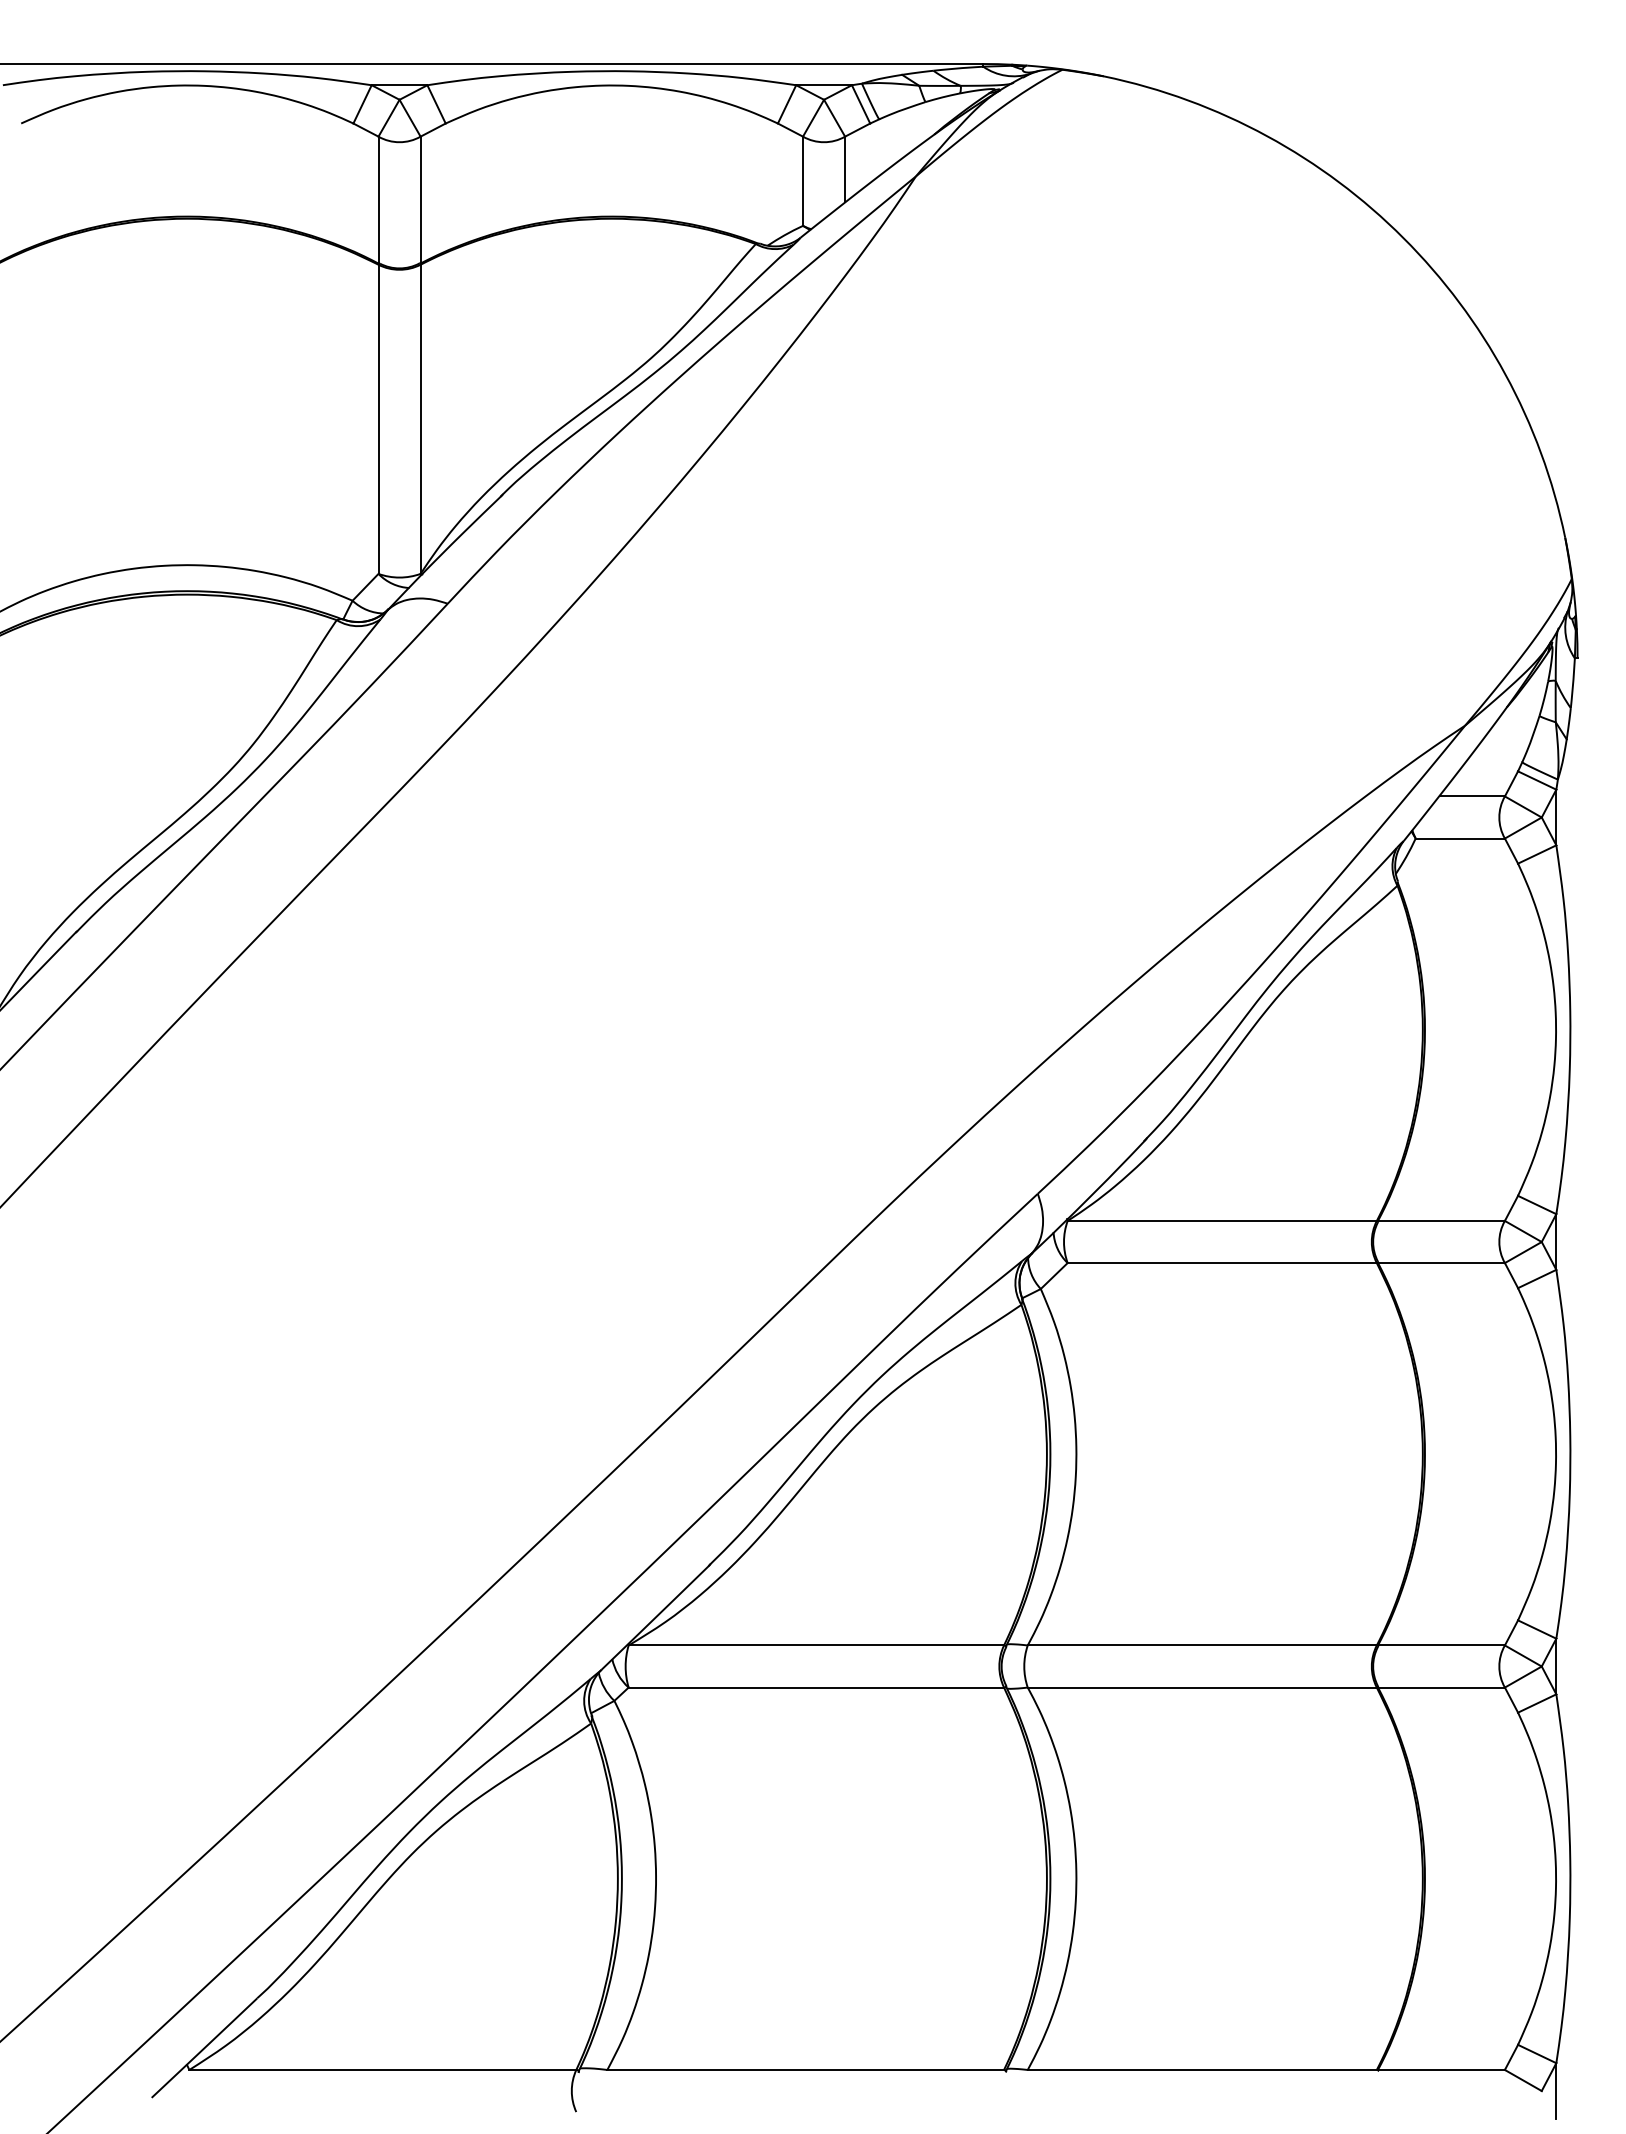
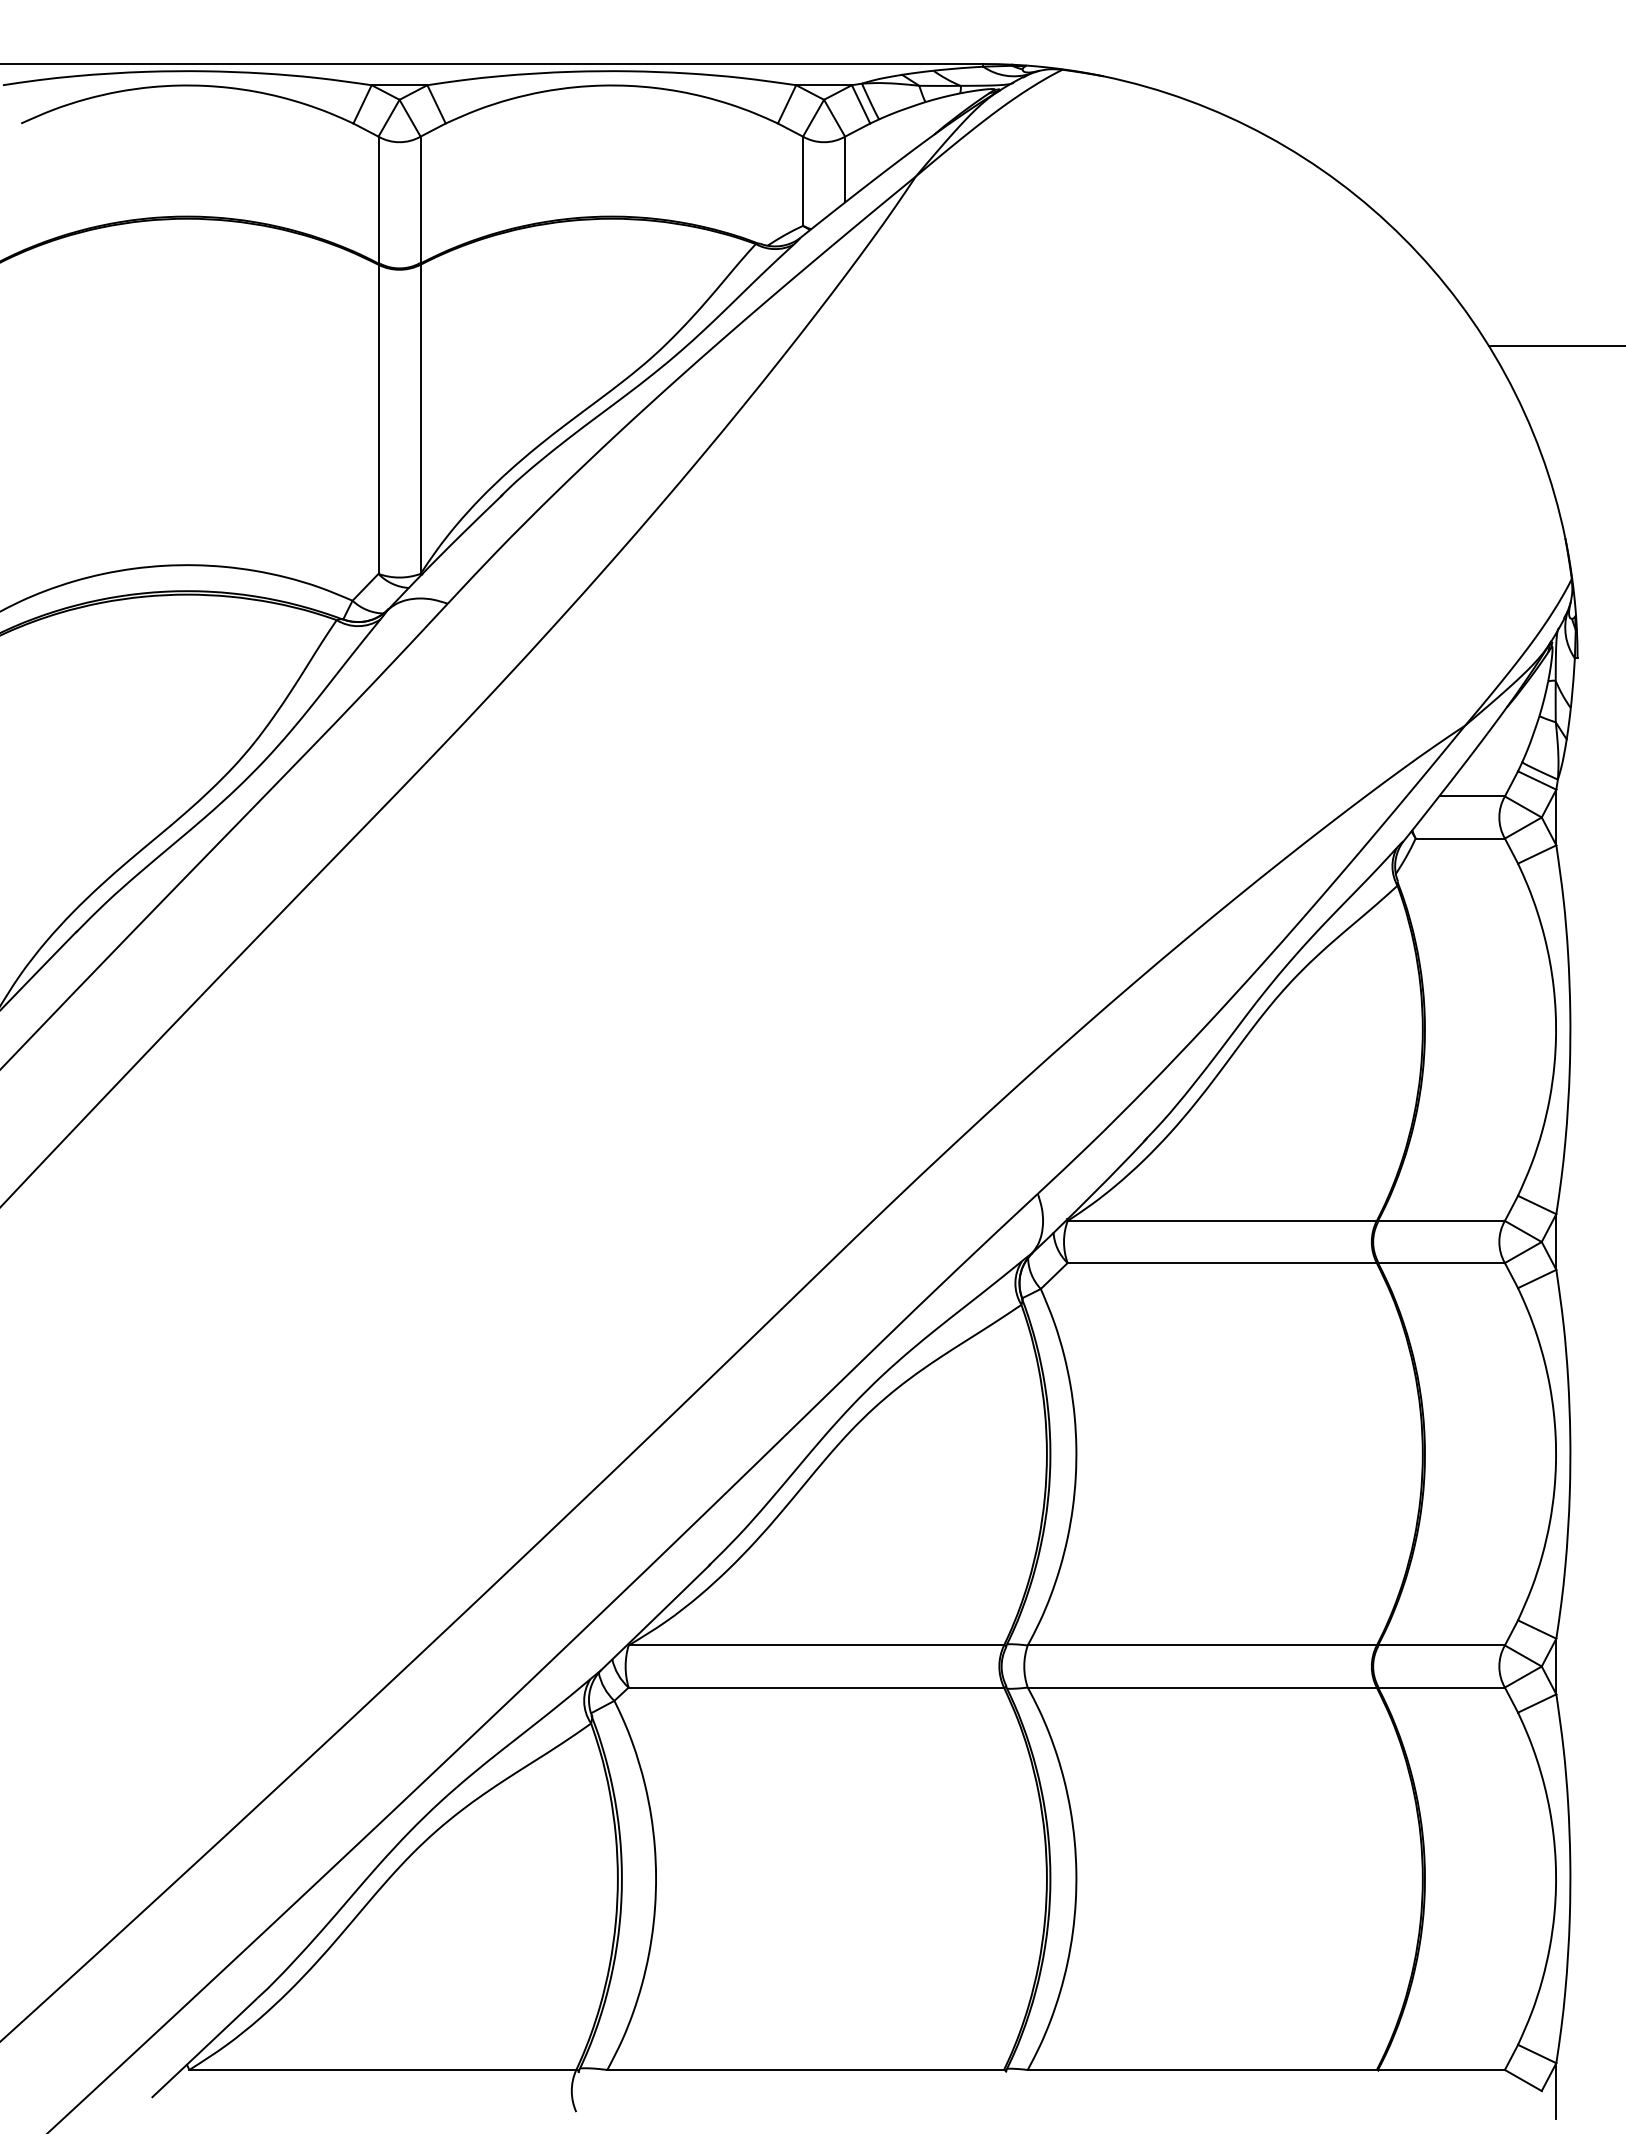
line at (1555, 346): none -> present
